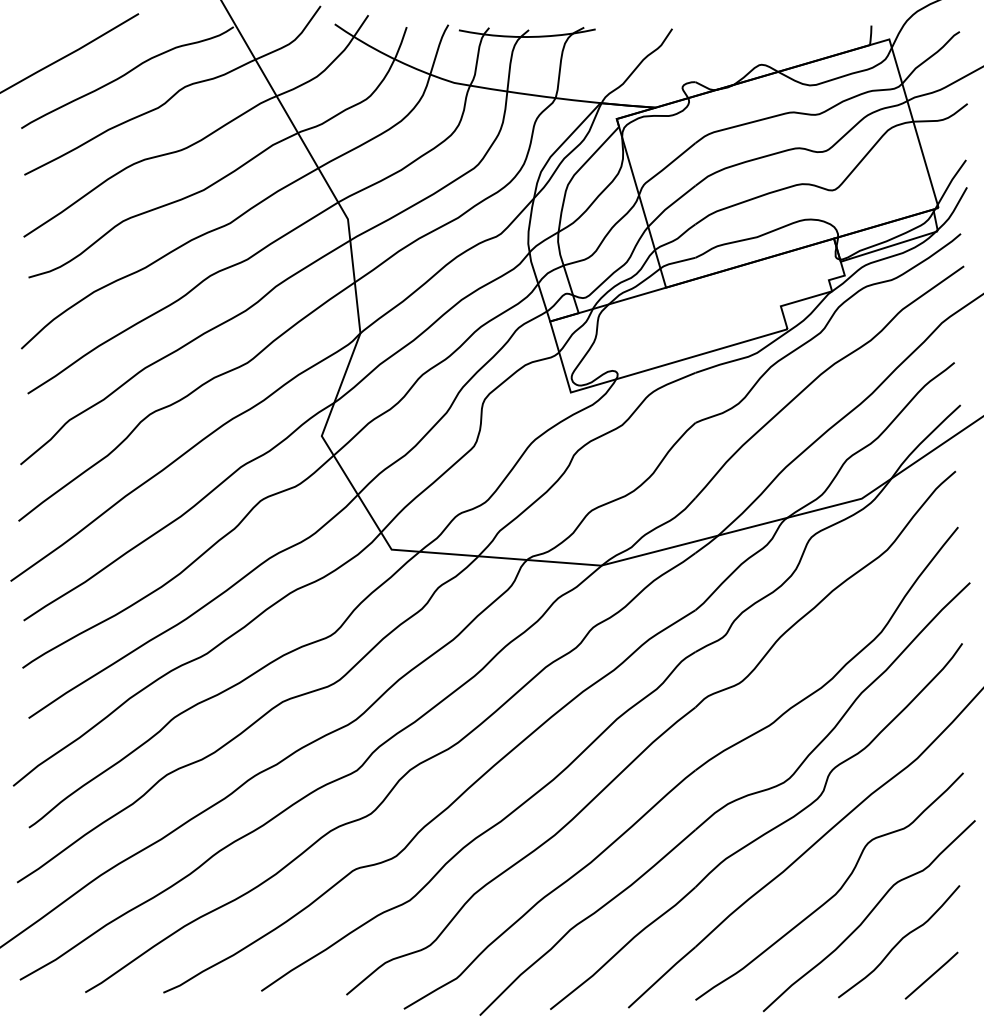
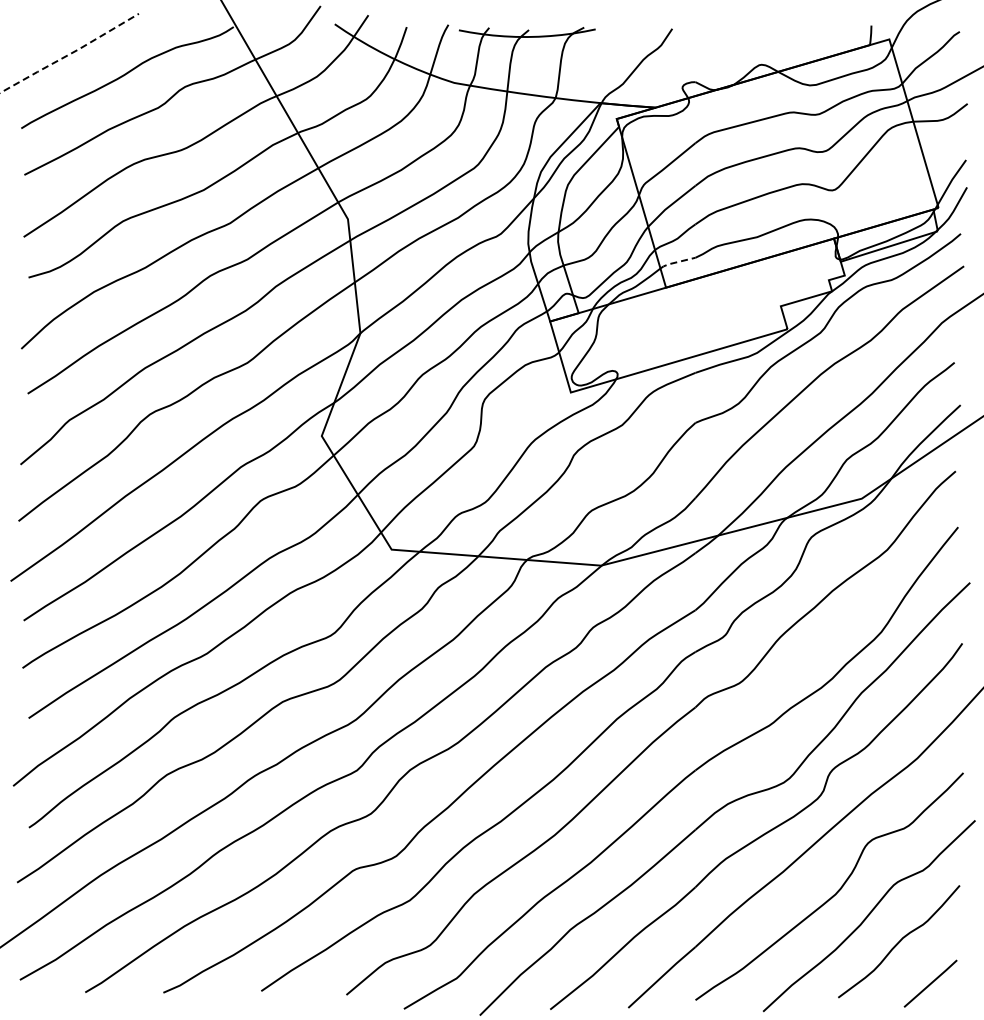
line at (70, 54): solid -> dashed
line at (676, 262): solid -> dashed
line at (931, 975) position: (931, 975) -> (930, 983)
